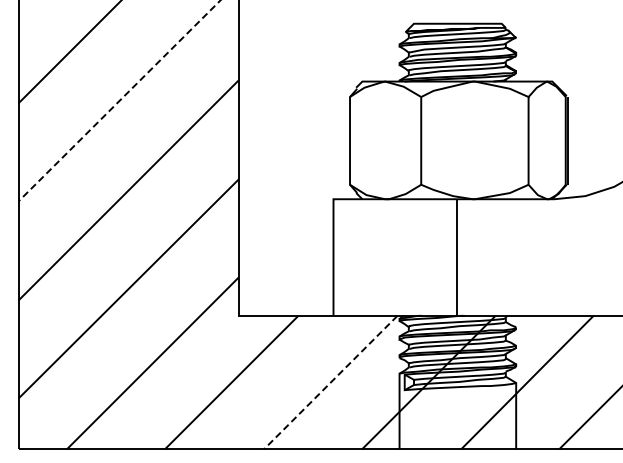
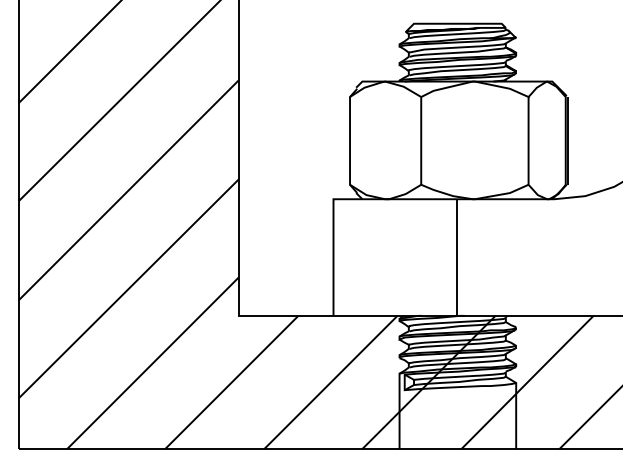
line at (119, 100): dashed -> solid
line at (330, 382): dashed -> solid
